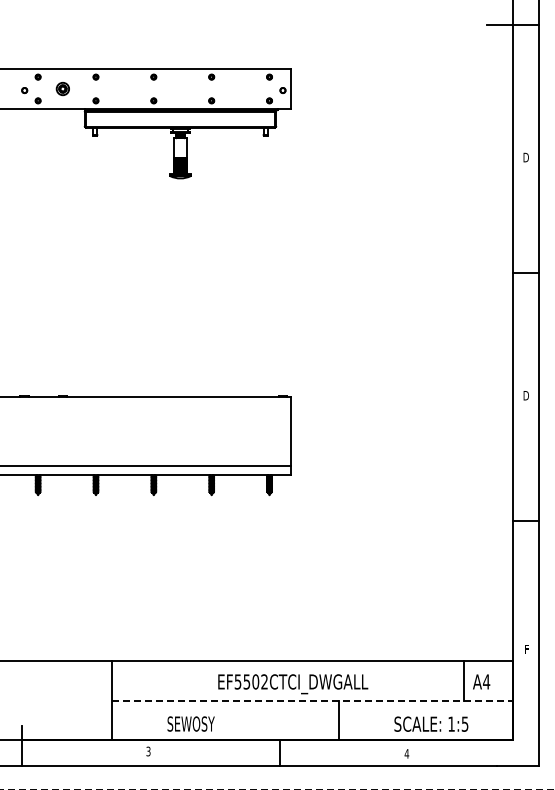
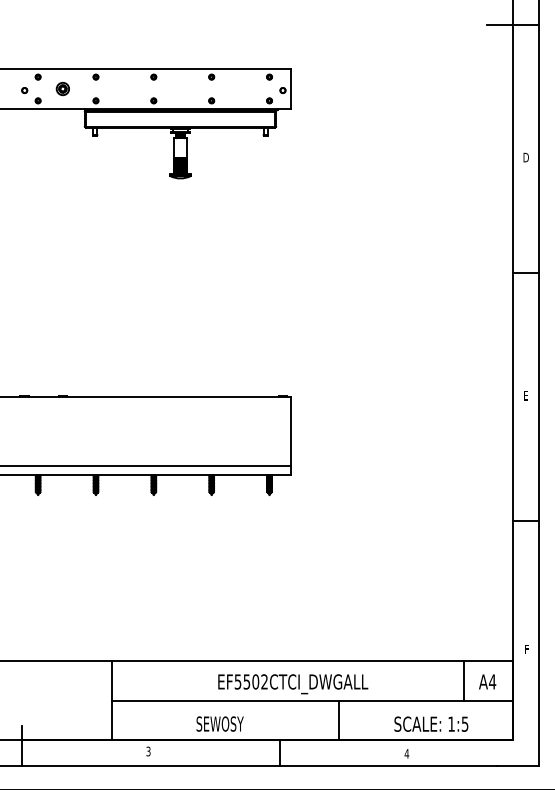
text at (525, 395): D -> E
text at (481, 681) position: (481, 681) -> (487, 681)
line at (312, 700): dashed -> solid
text at (190, 723) position: (190, 723) -> (219, 723)
line at (277, 789): dashed -> solid
